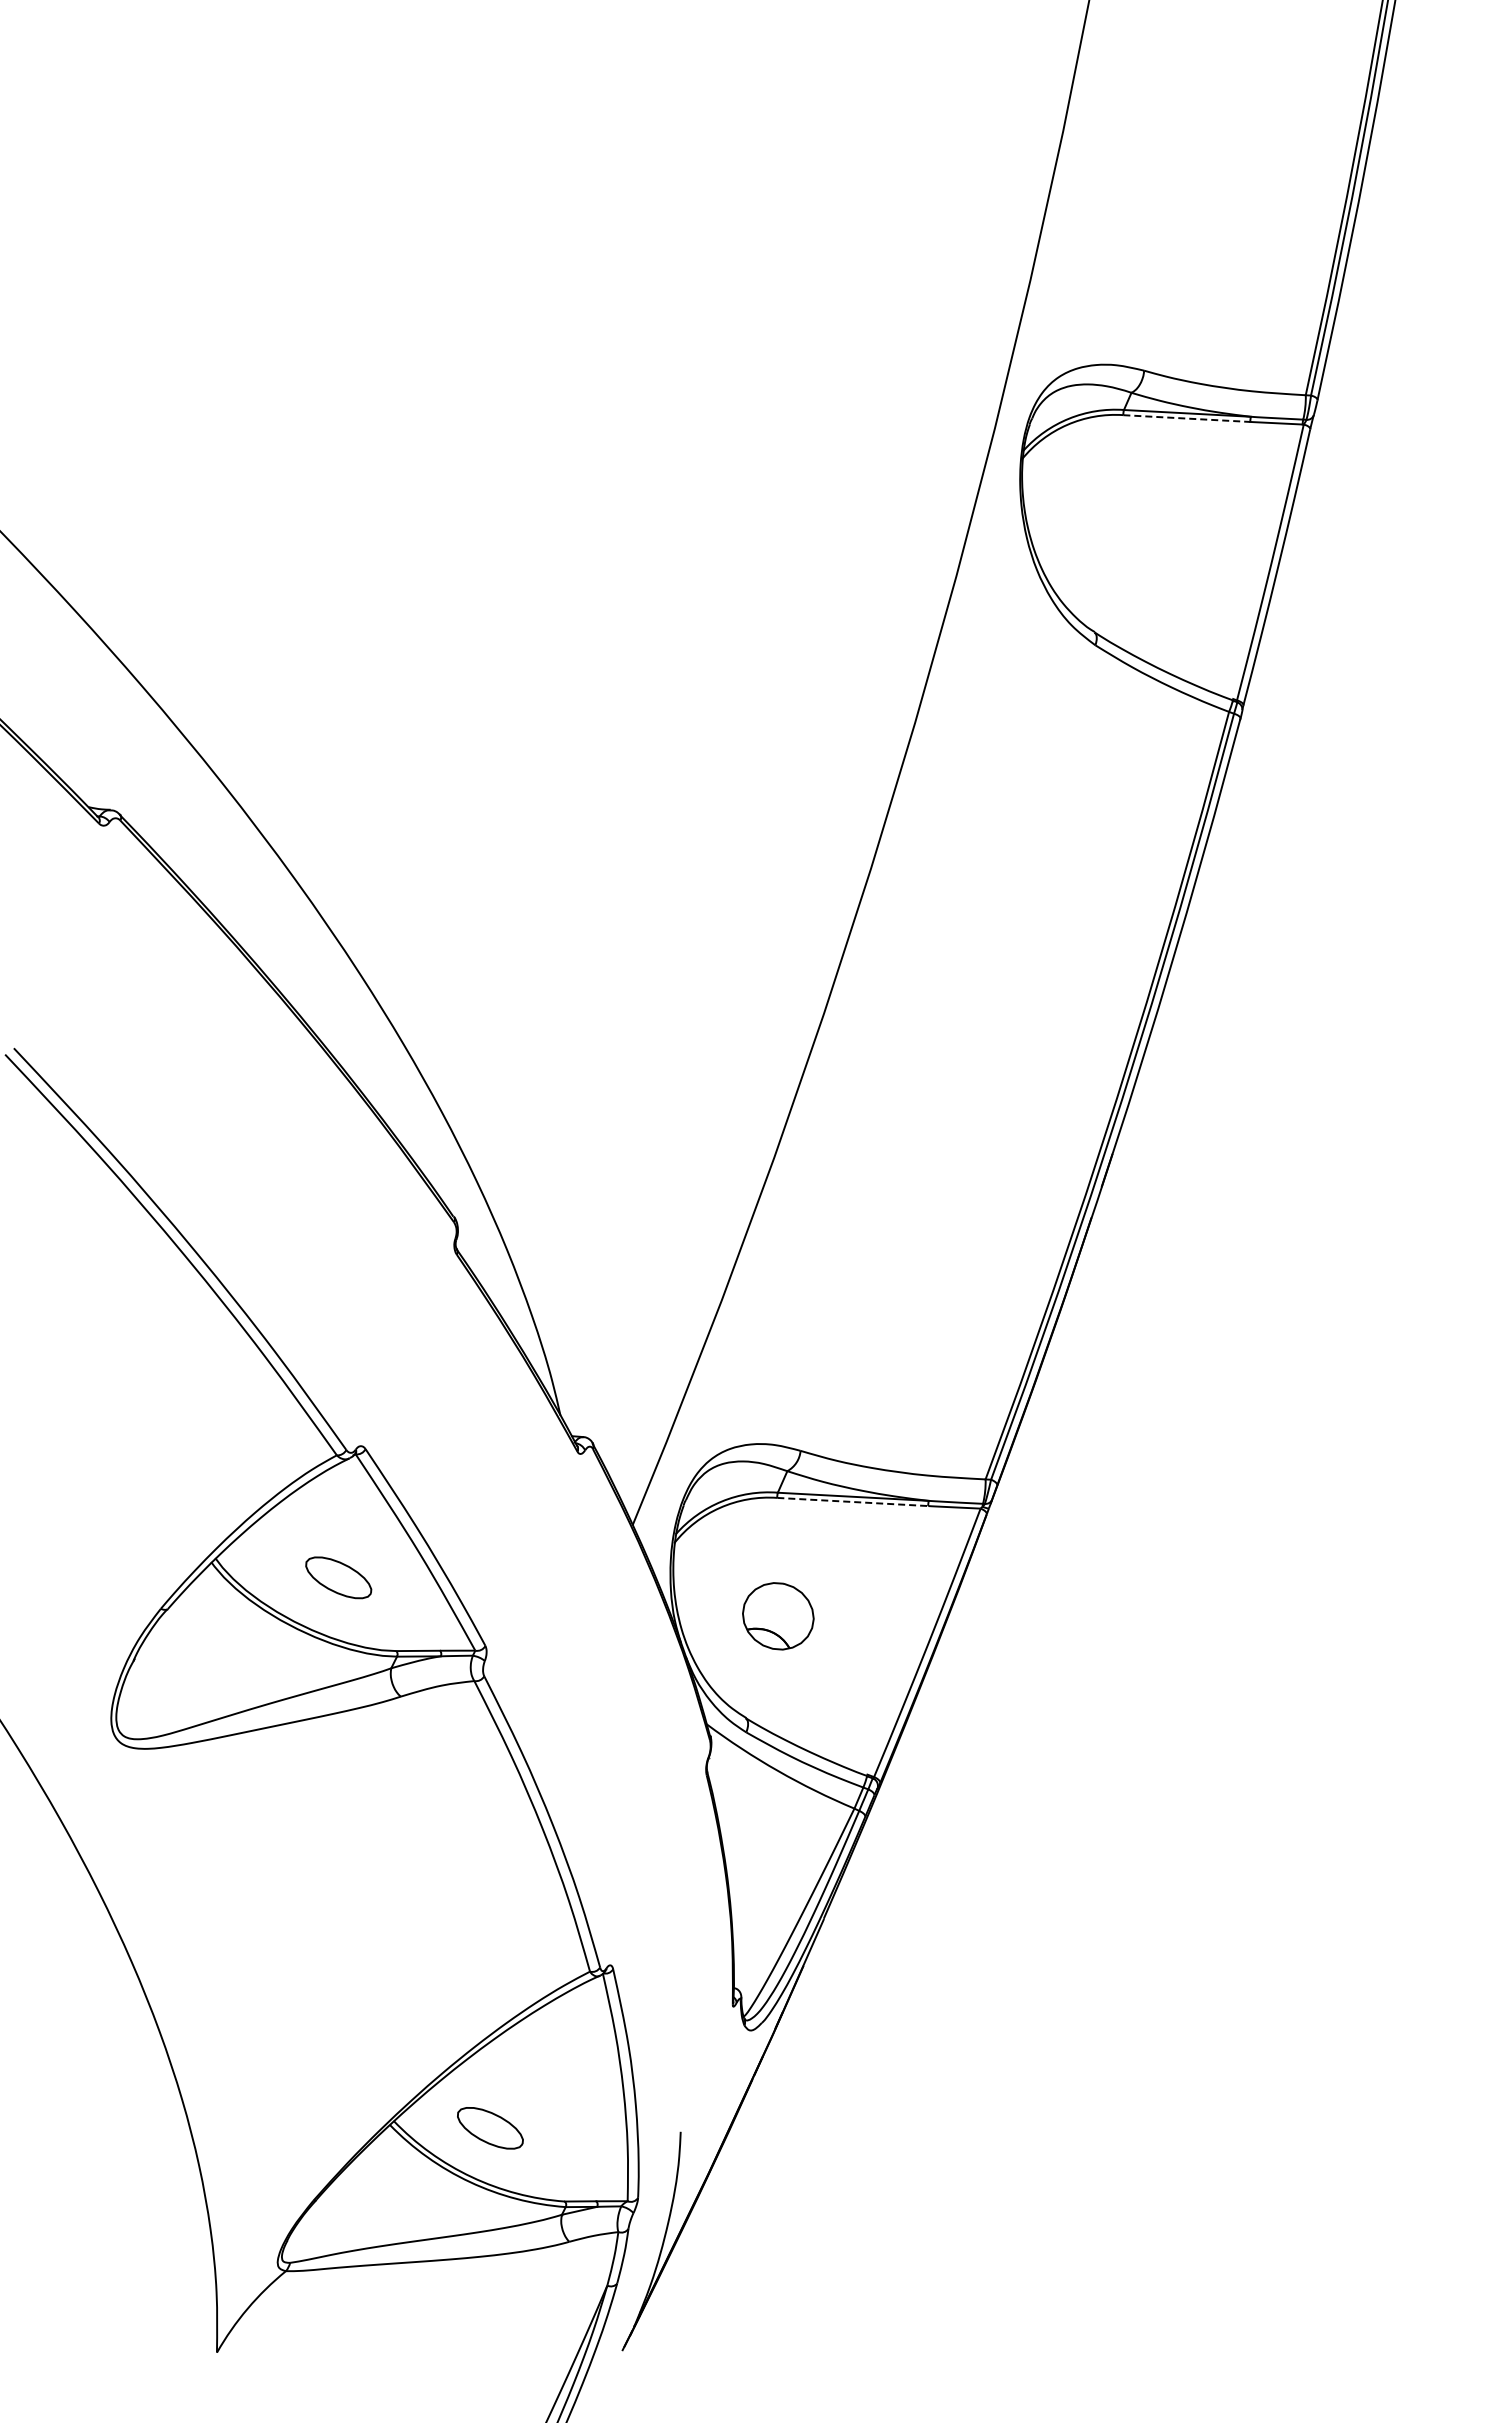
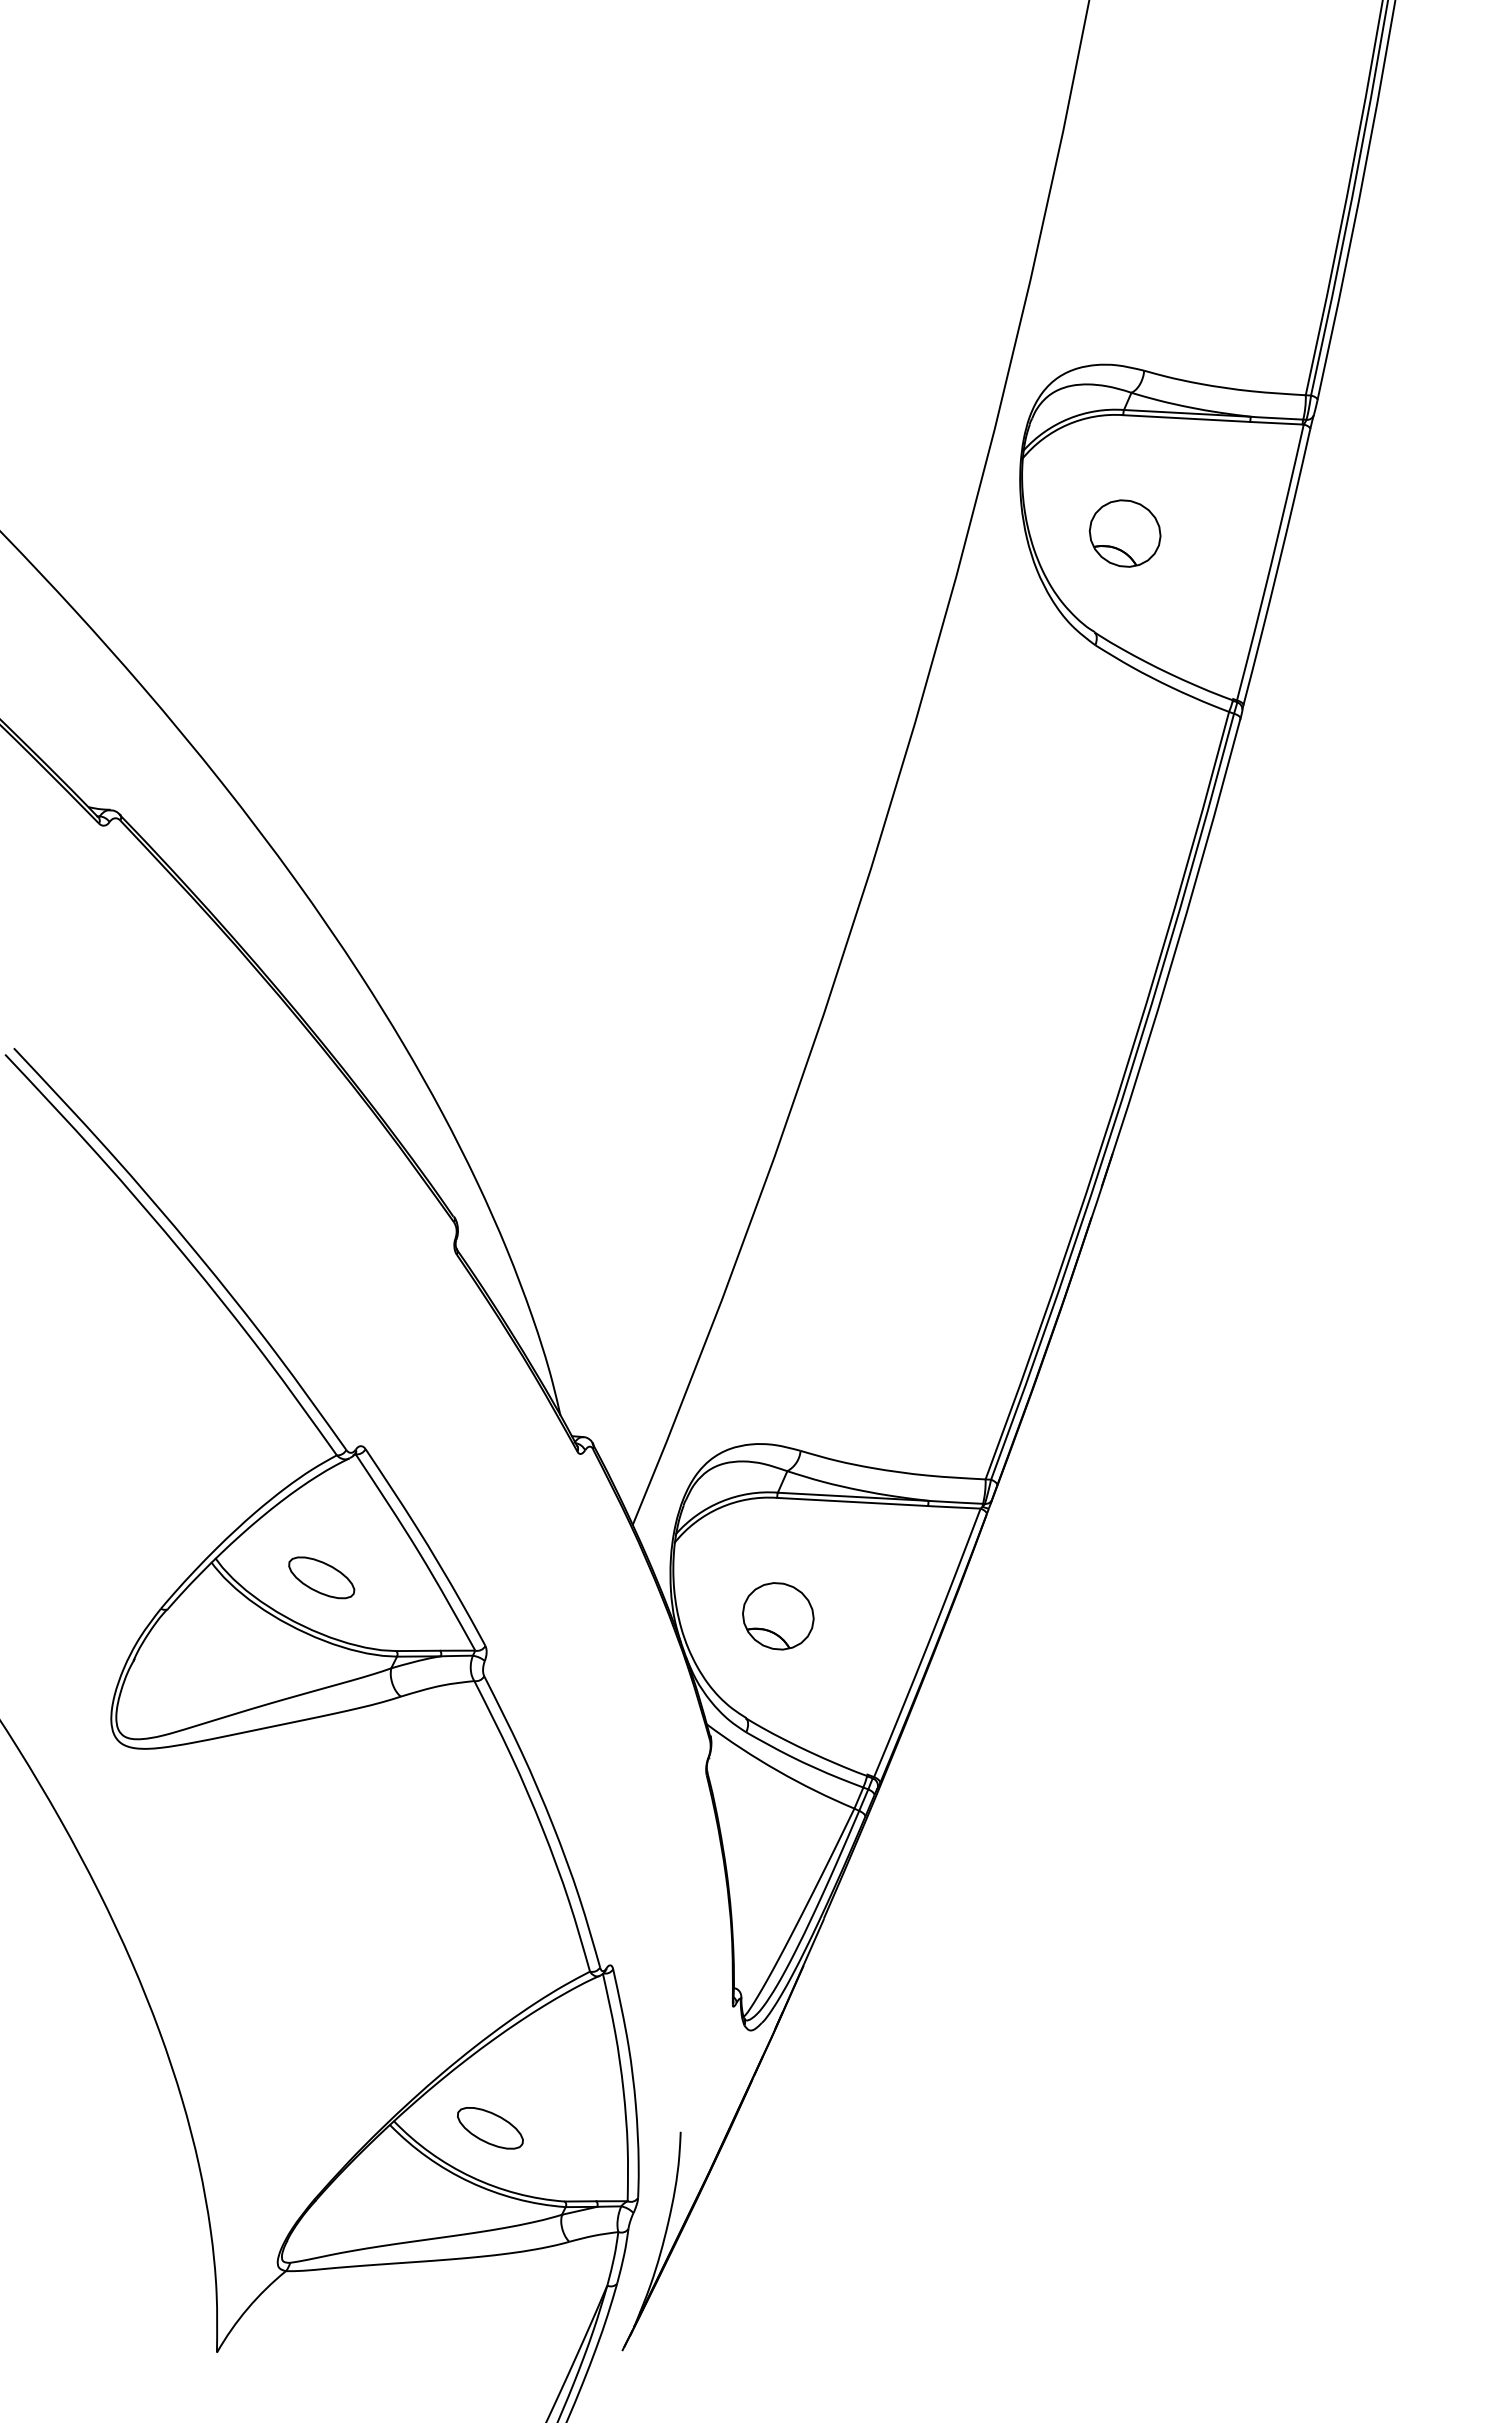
line at (1186, 418): dashed -> solid
part at (1124, 533): none -> present
line at (852, 1501): dashed -> solid
part at (338, 1577) position: (338, 1577) -> (321, 1577)
